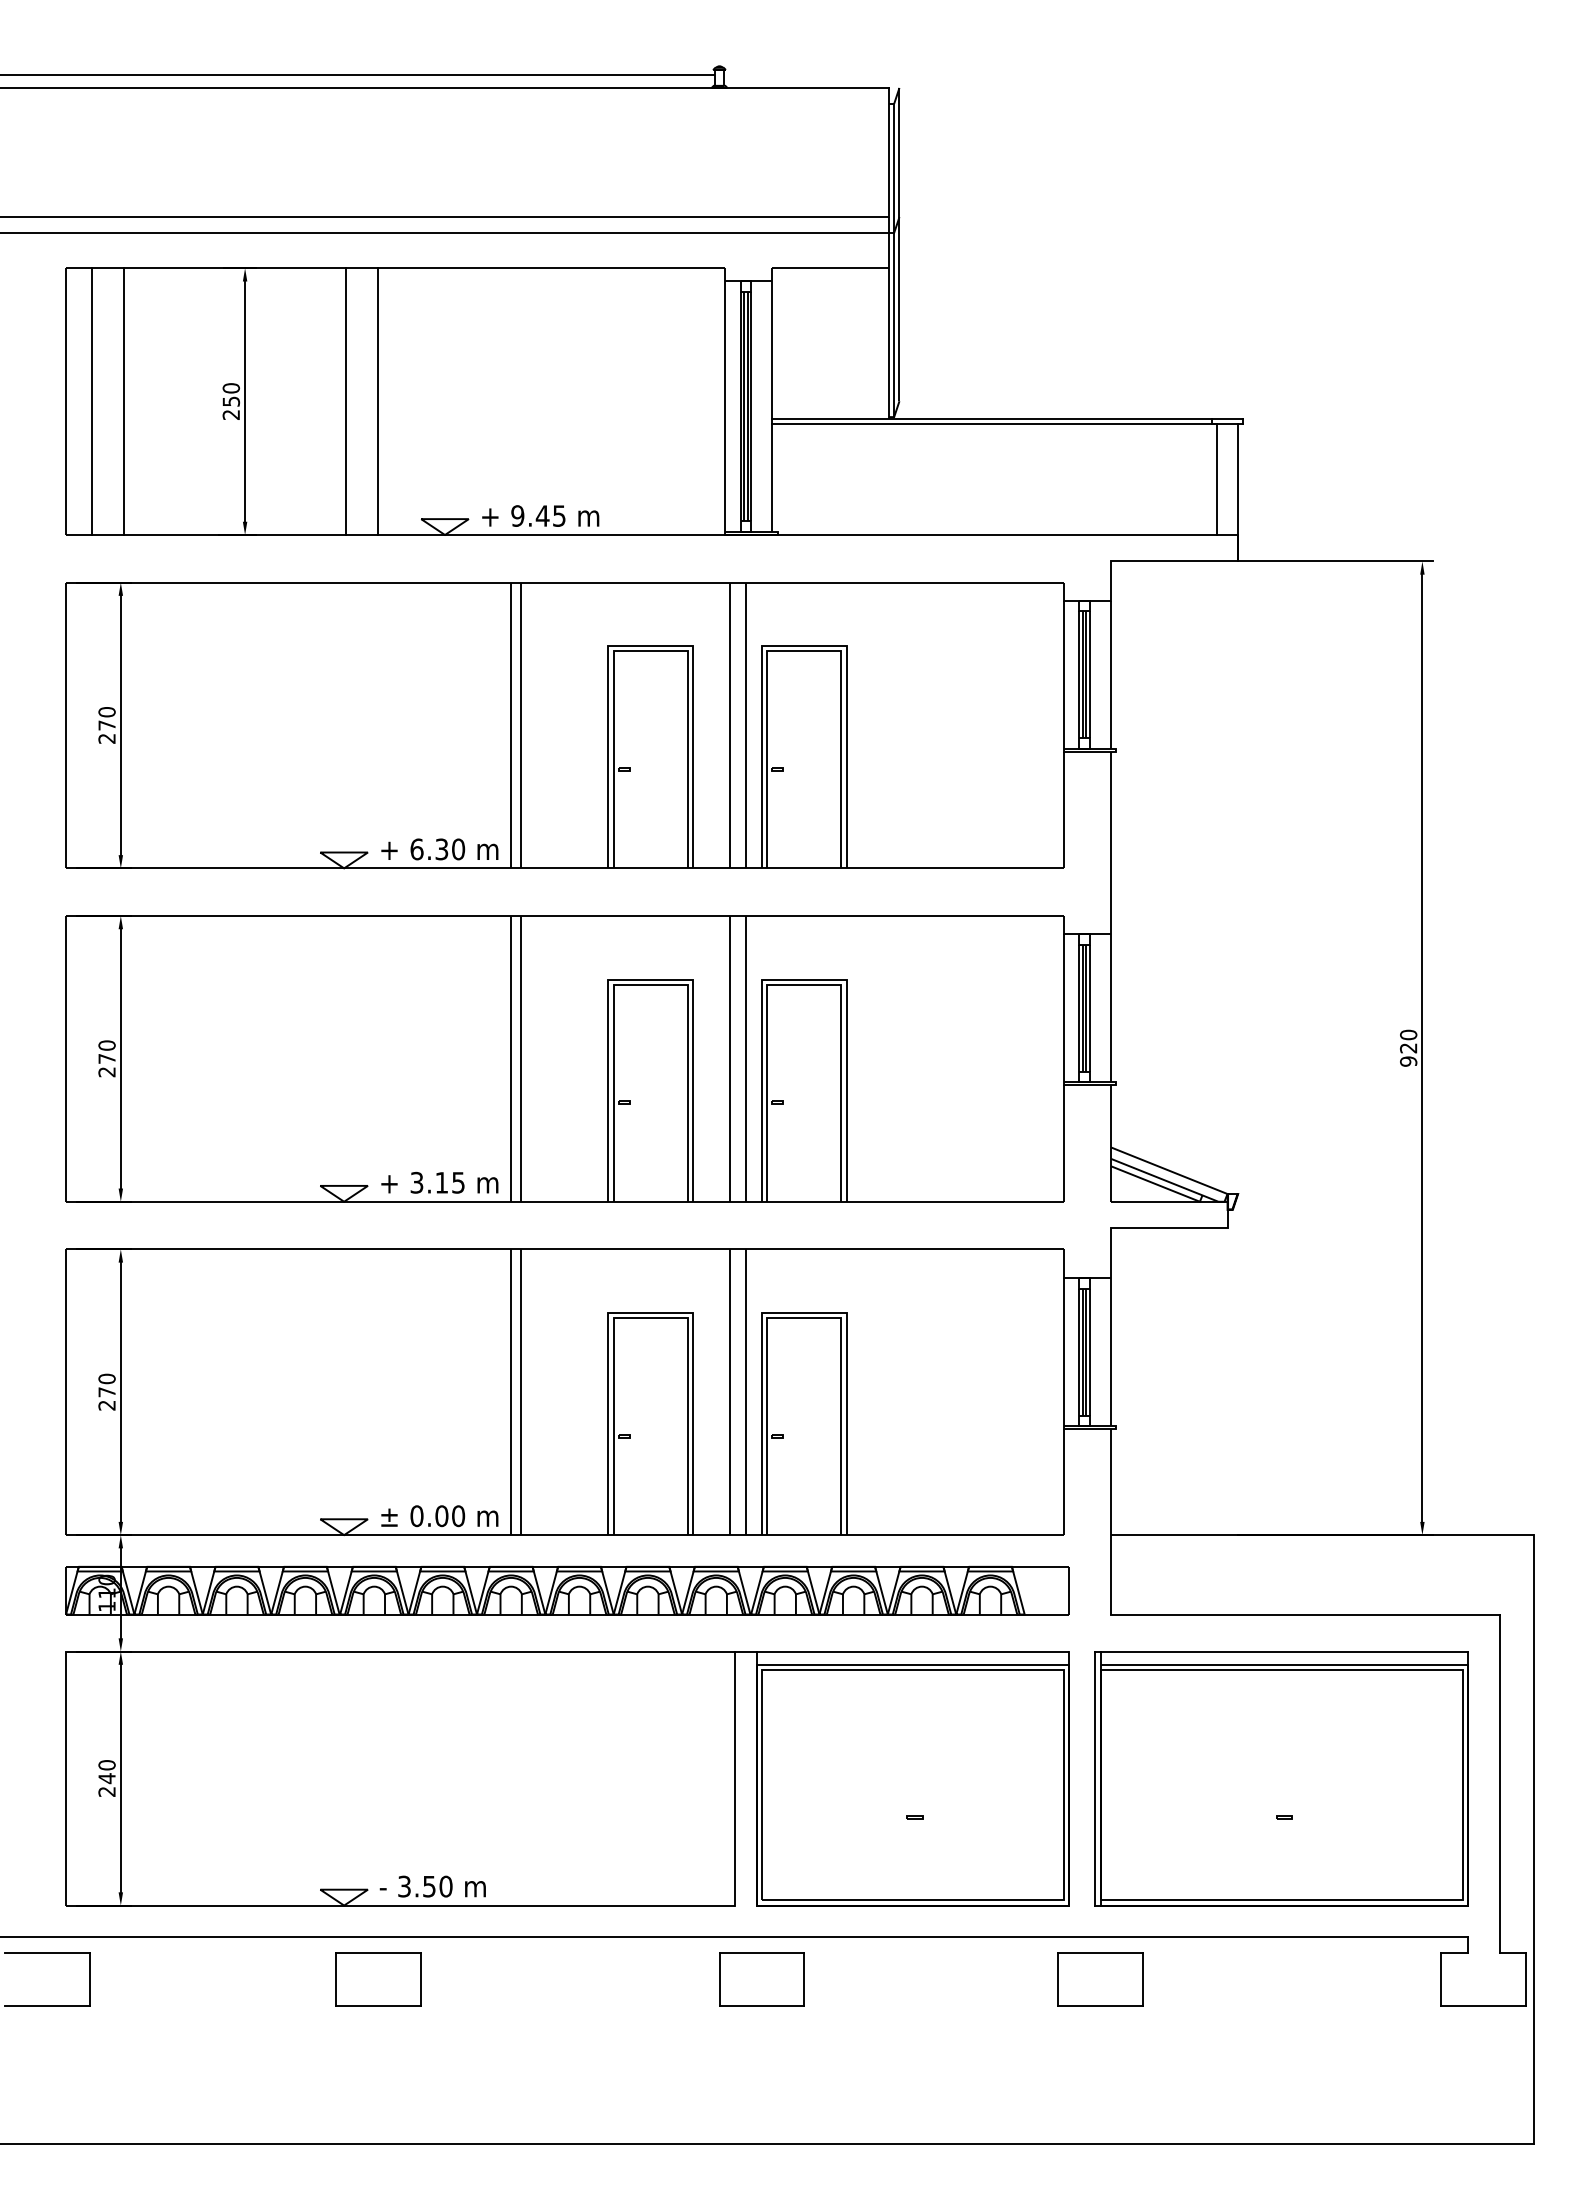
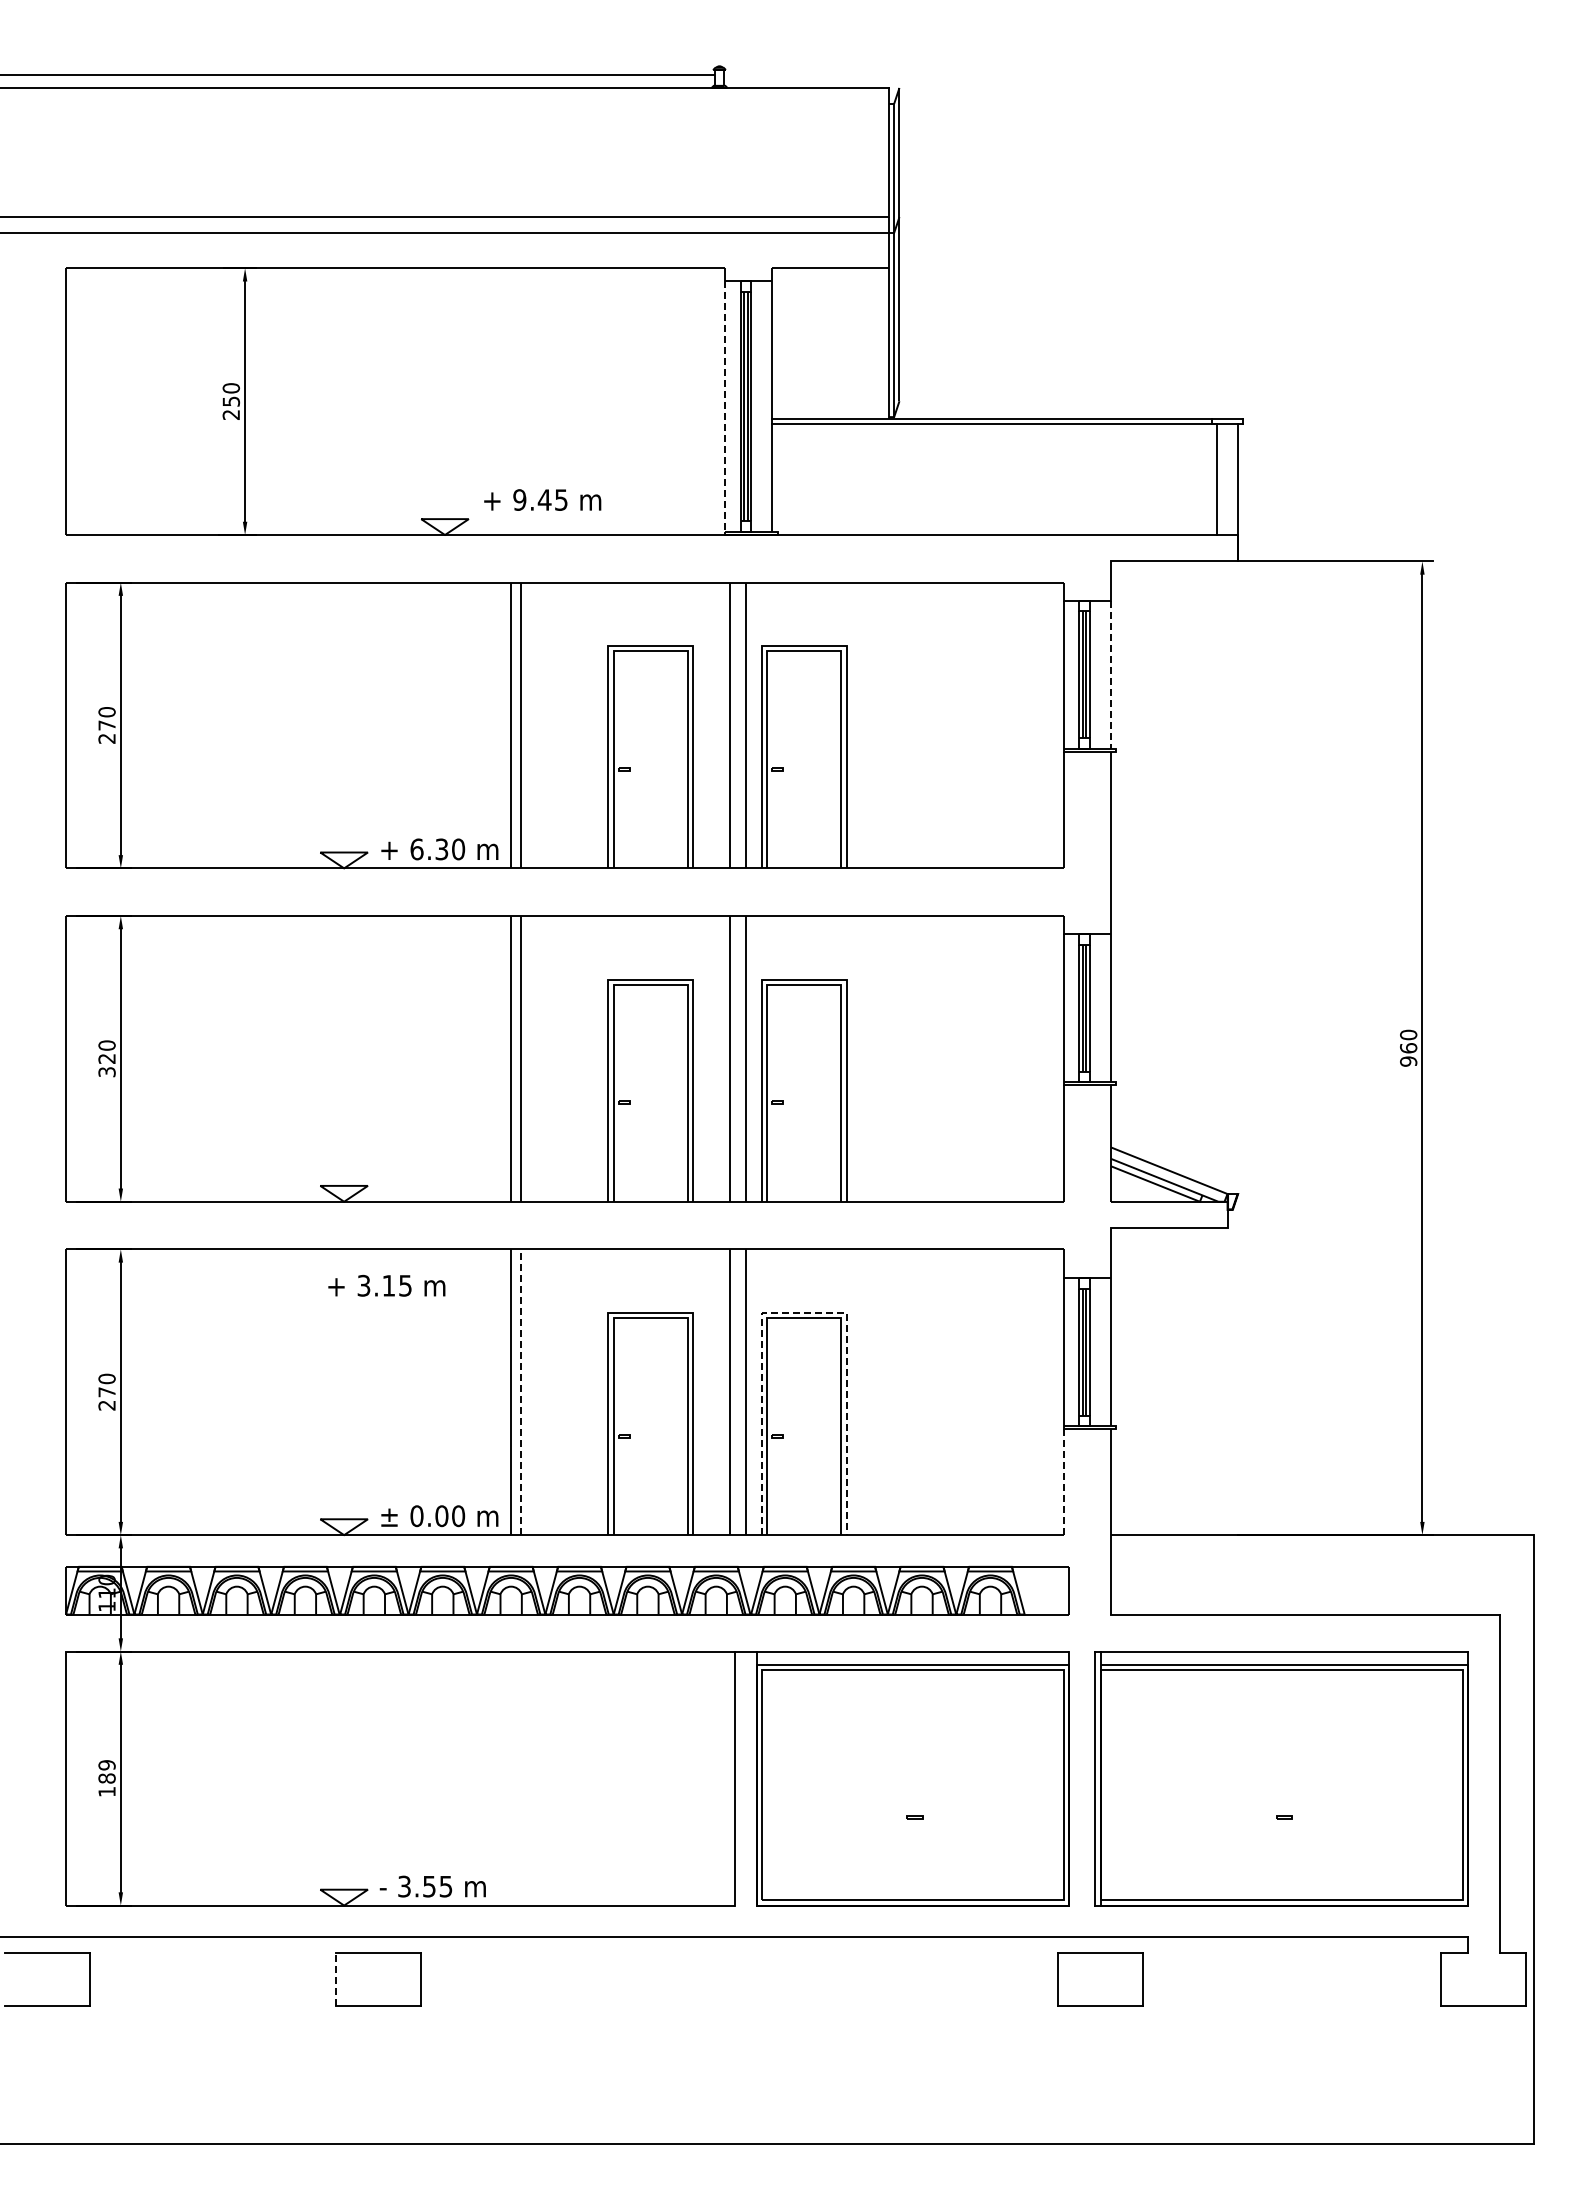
line at (92, 401): present -> none
line at (124, 401): present -> none
line at (346, 401): present -> none
line at (378, 401): present -> none
line at (724, 406): solid -> dashed
text at (540, 515) position: (540, 515) -> (542, 499)
line at (1111, 675): solid -> dashed
text at (1408, 1048): 920 -> 960
text at (106, 1065): 270 -> 320
text at (439, 1182) position: (439, 1182) -> (386, 1285)
line at (804, 1312): solid -> dashed
line at (521, 1392): solid -> dashed
line at (1063, 1482): solid -> dashed
text at (106, 1778): 240 -> 189
text at (445, 1886): 3.50 -> 3.55
line at (335, 1979): solid -> dashed
part at (761, 1979): present -> none
